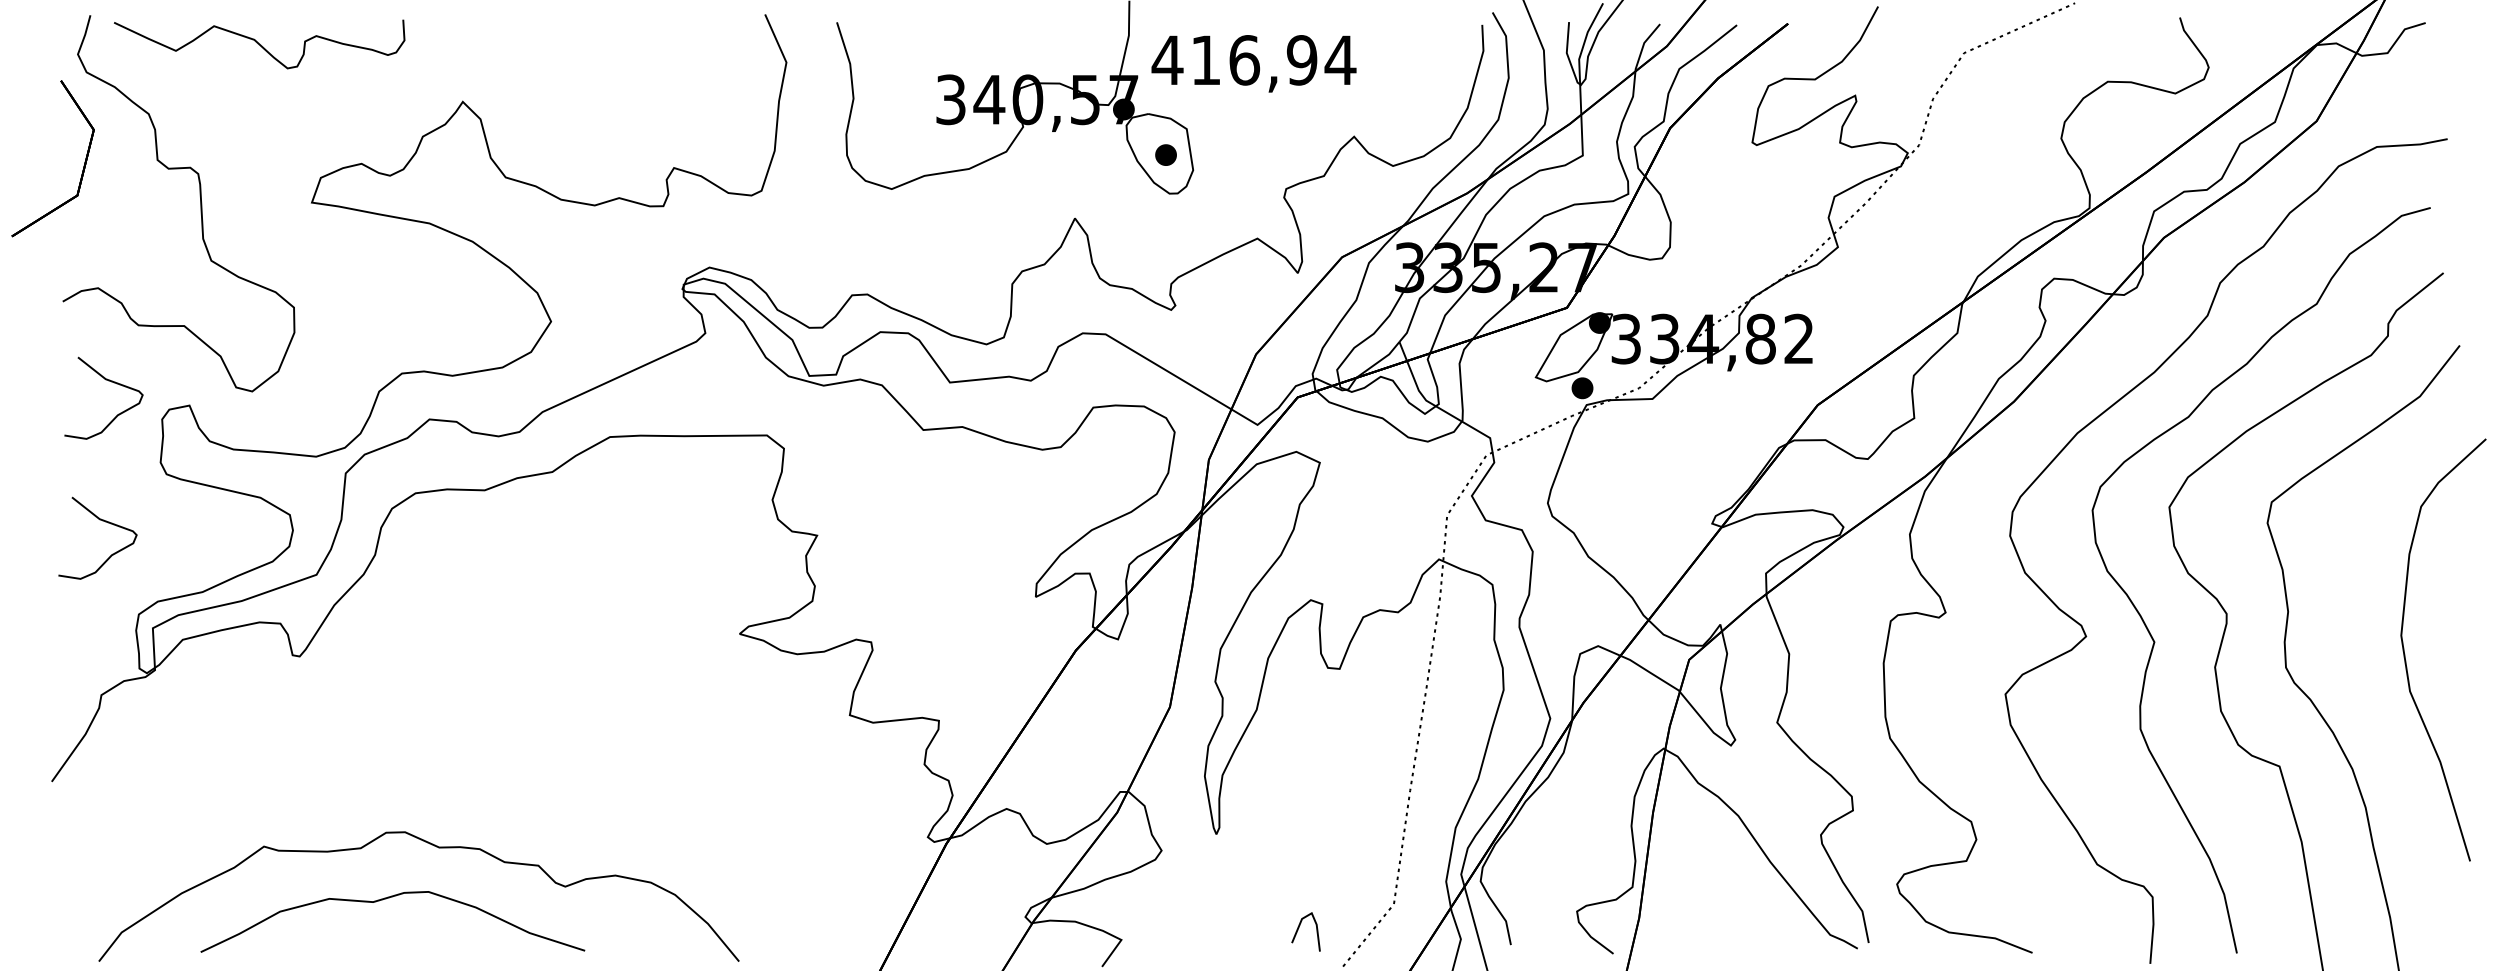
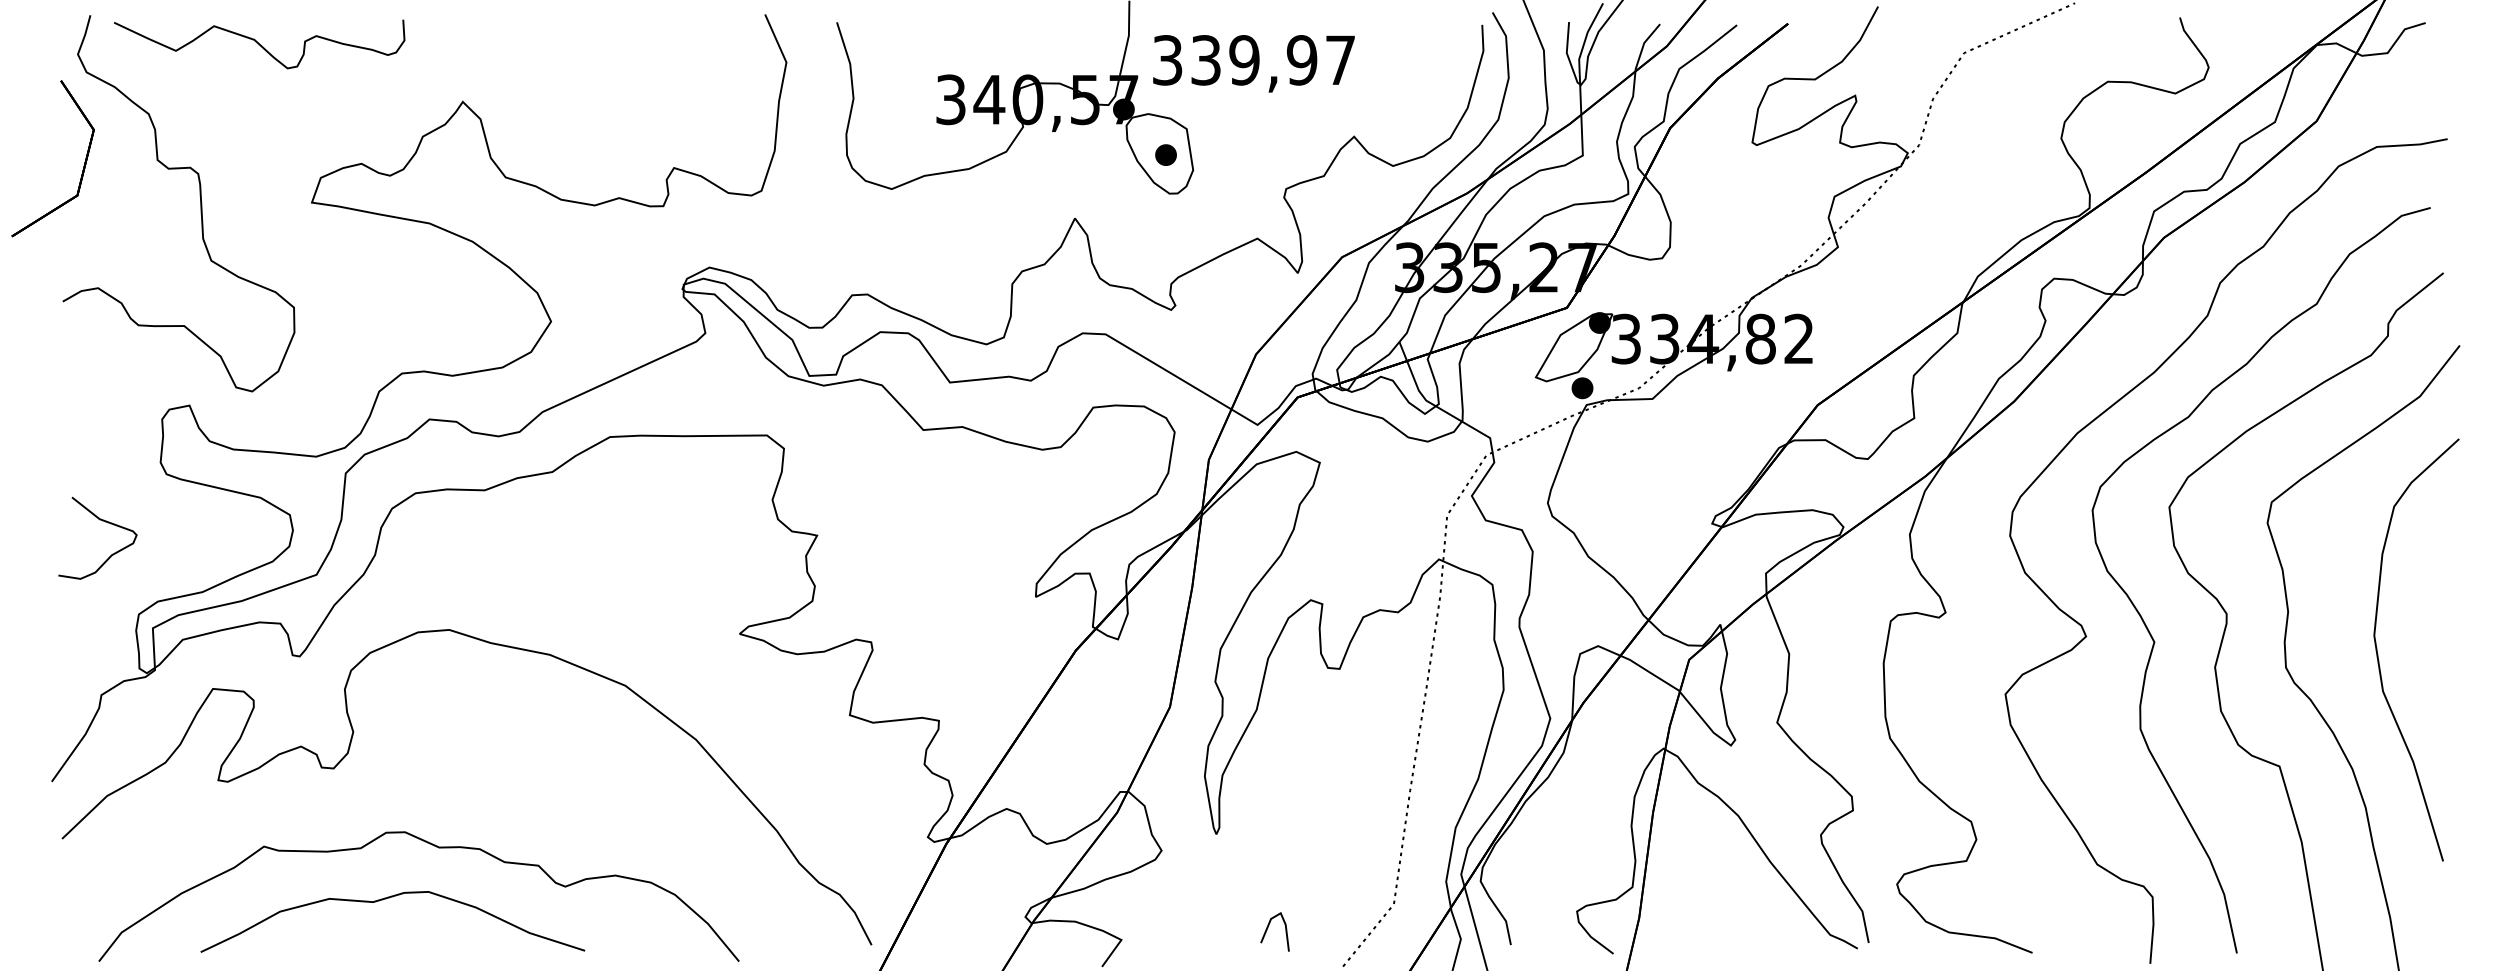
text at (1253, 60): 416,94 -> 339,97
curve at (108, 381): present -> none
curve at (2405, 654) position: (2405, 654) -> (2378, 654)
curve at (349, 751): none -> present
line at (1299, 928) position: (1299, 928) -> (1268, 928)
